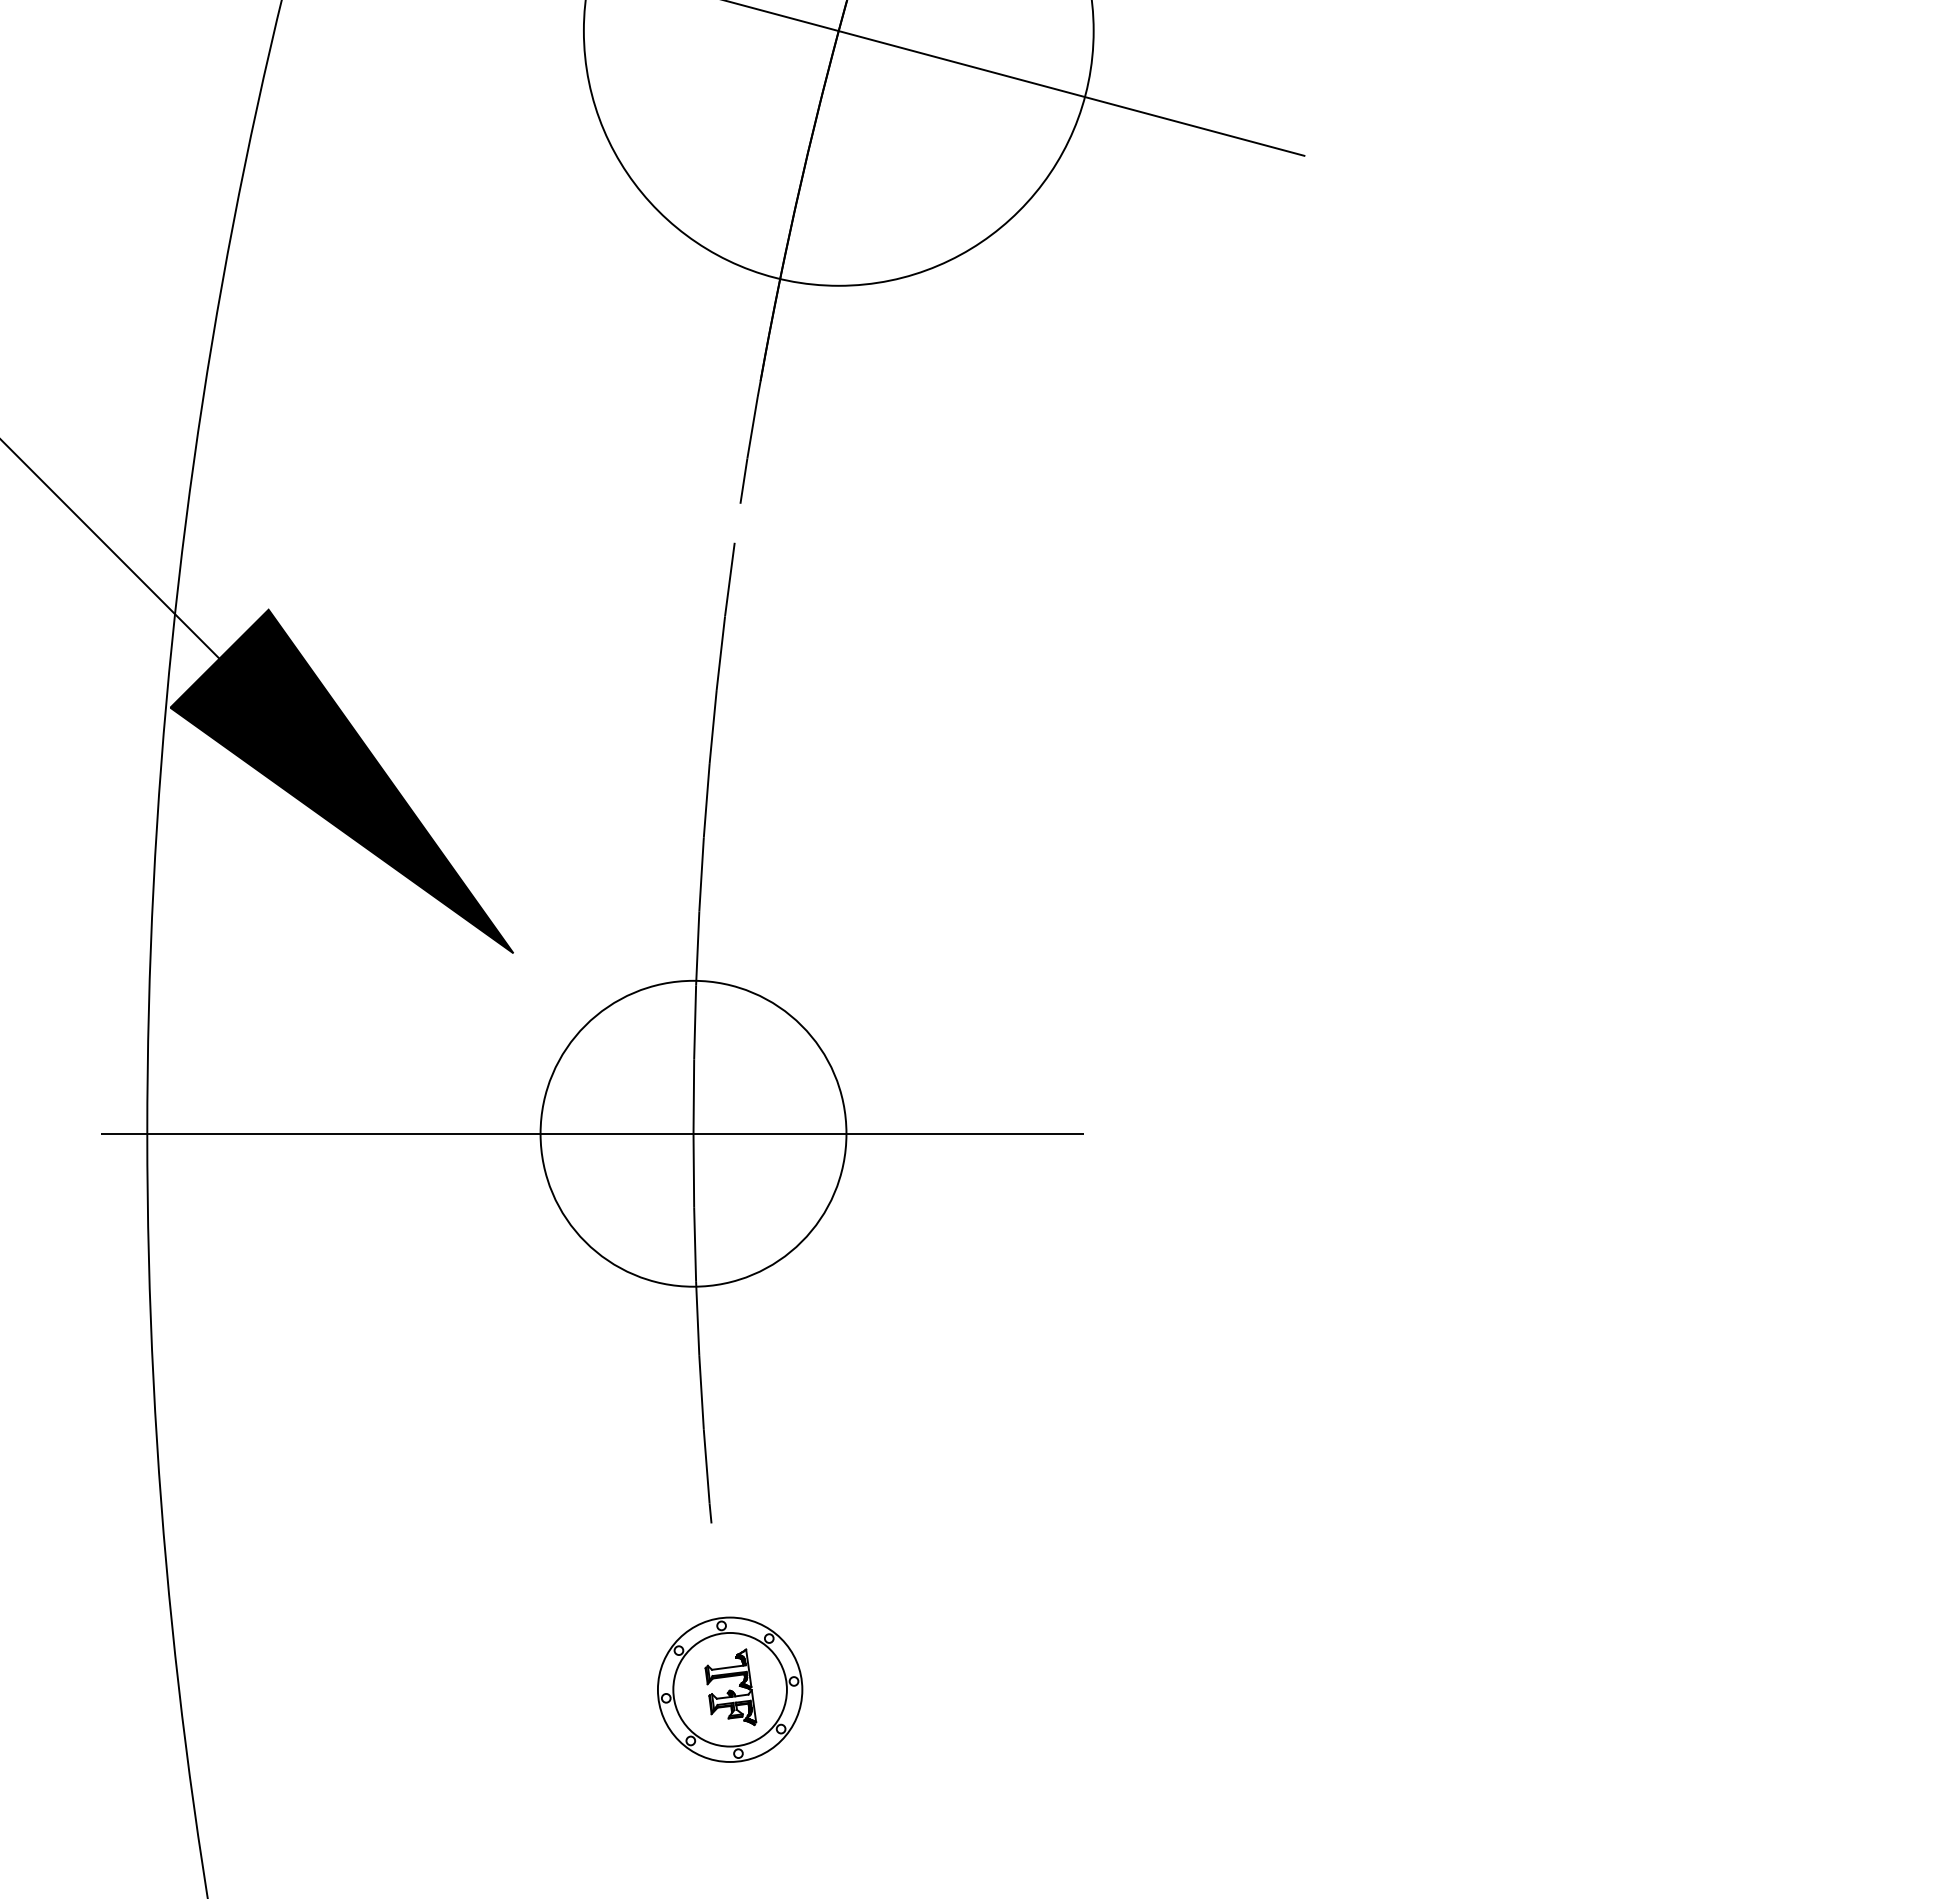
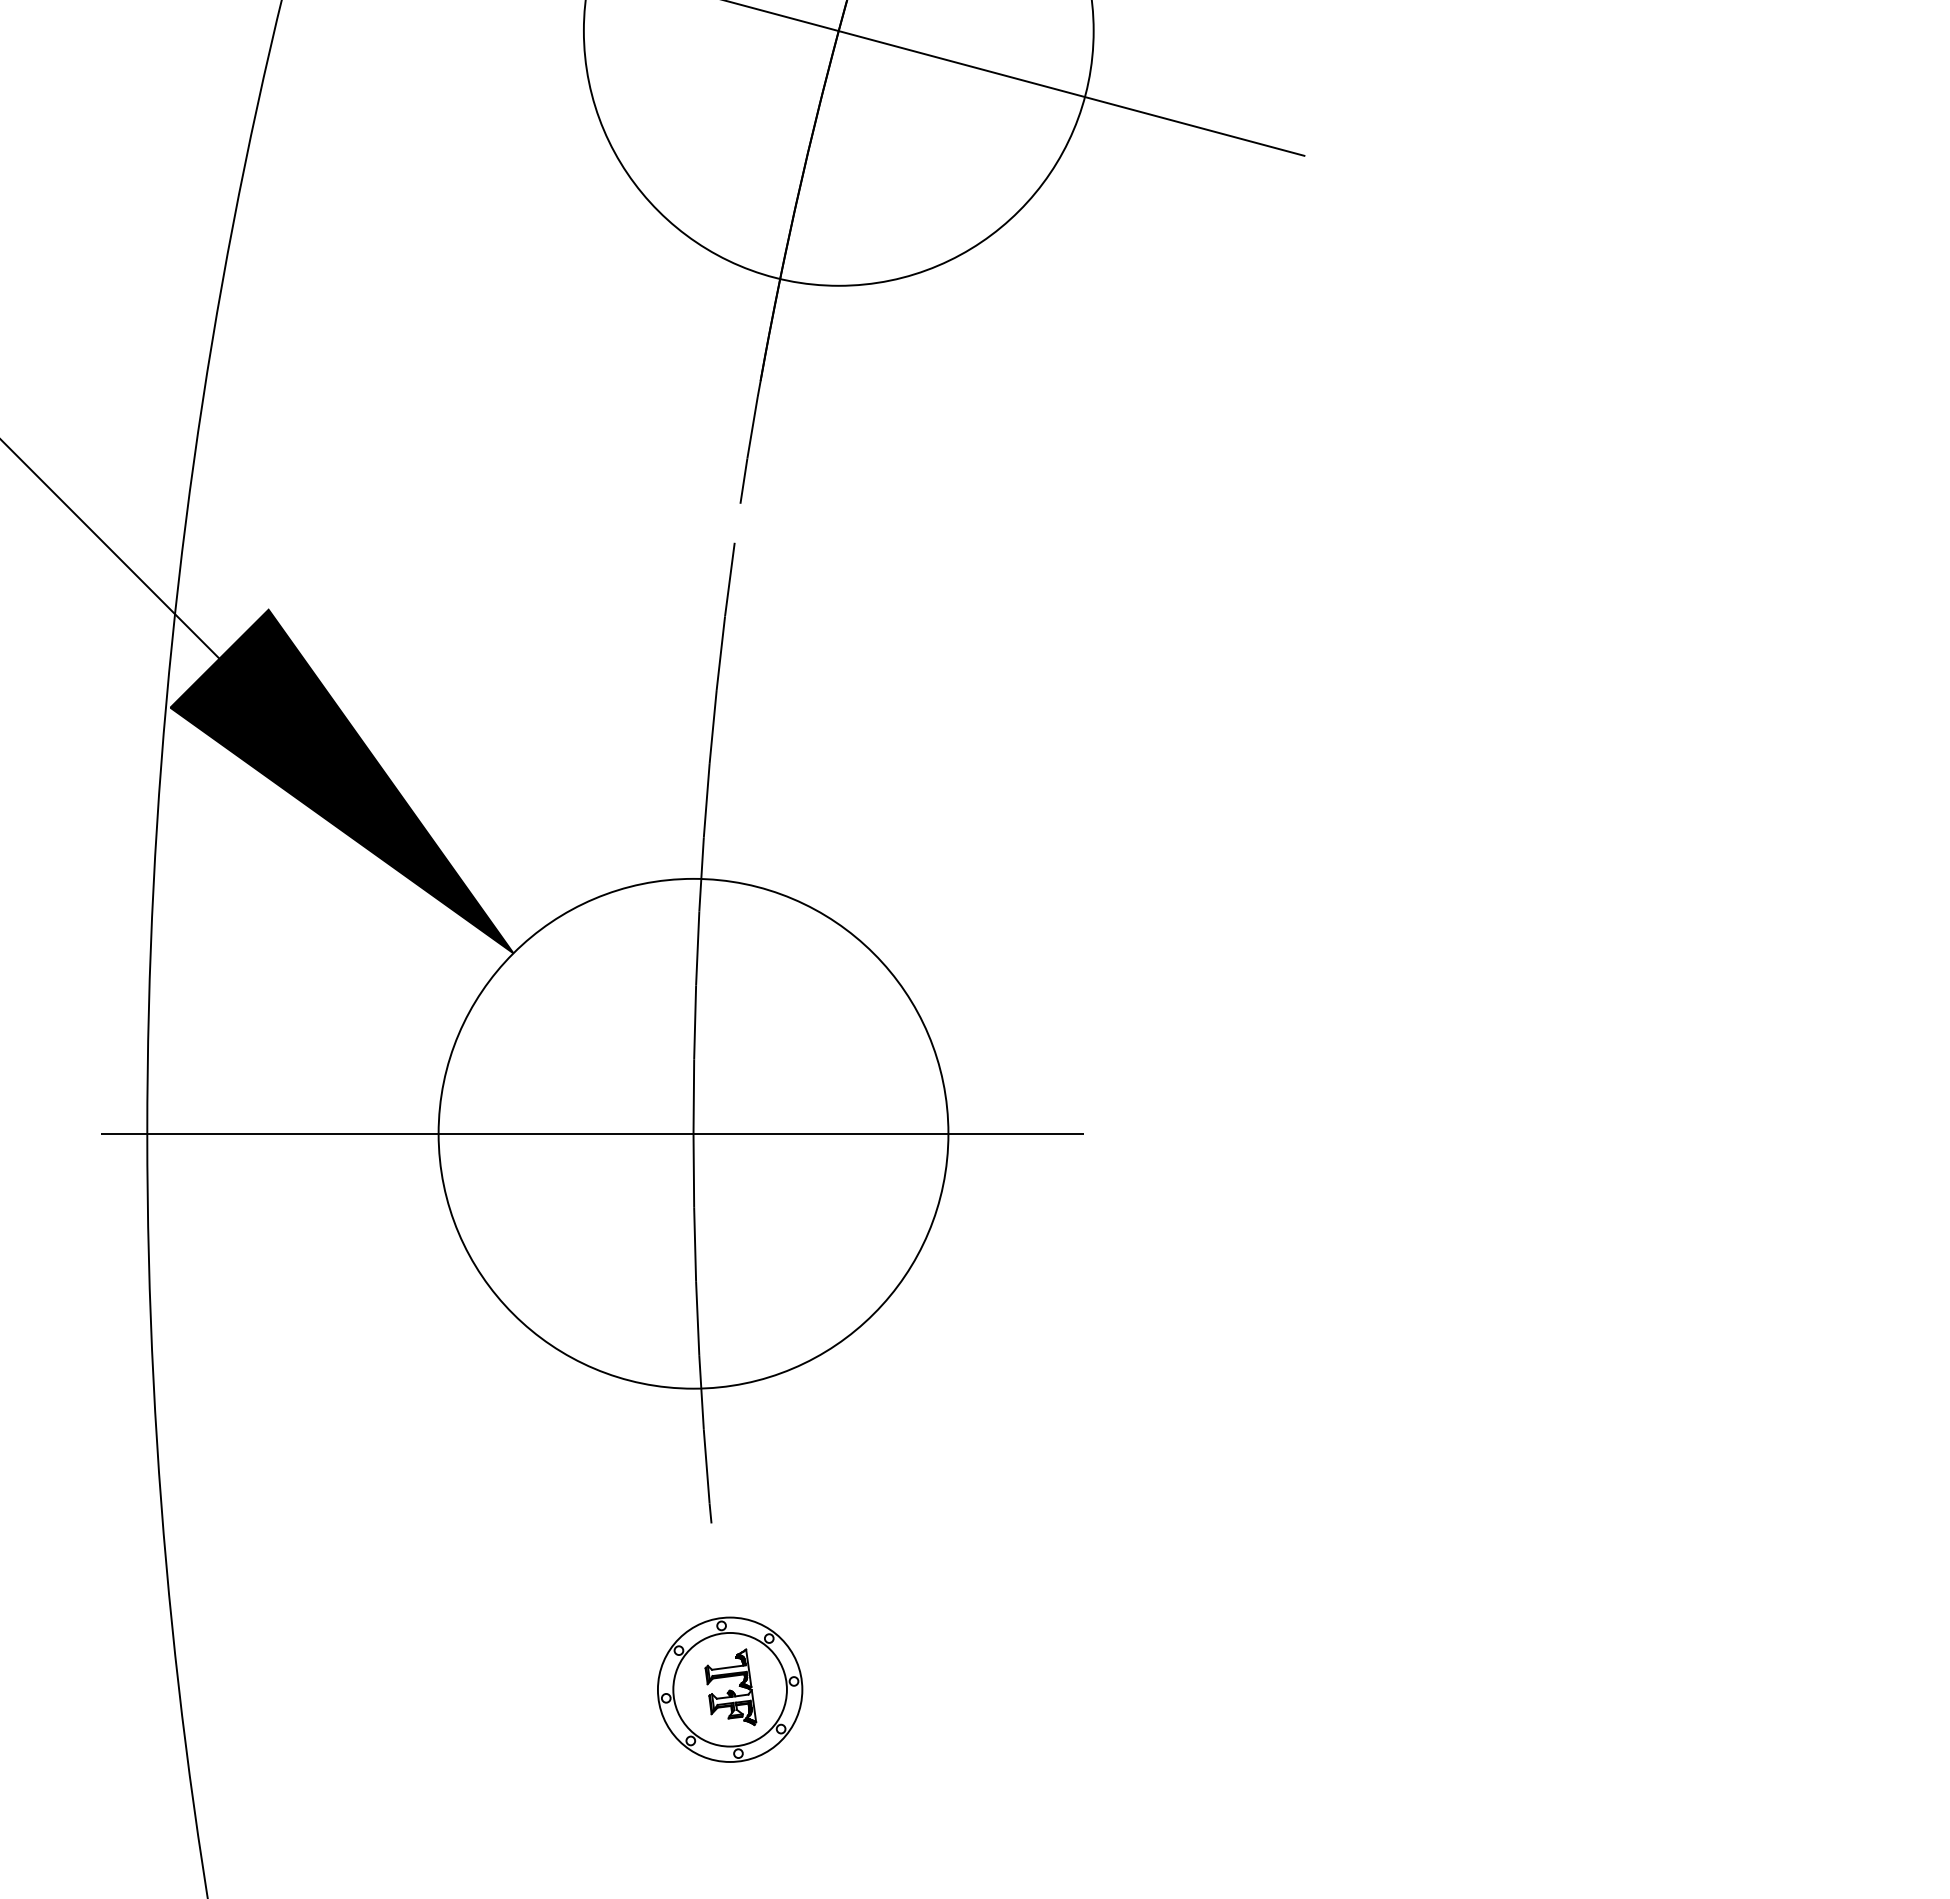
circle at (693, 1133) diameter: 306 px -> 510 px
